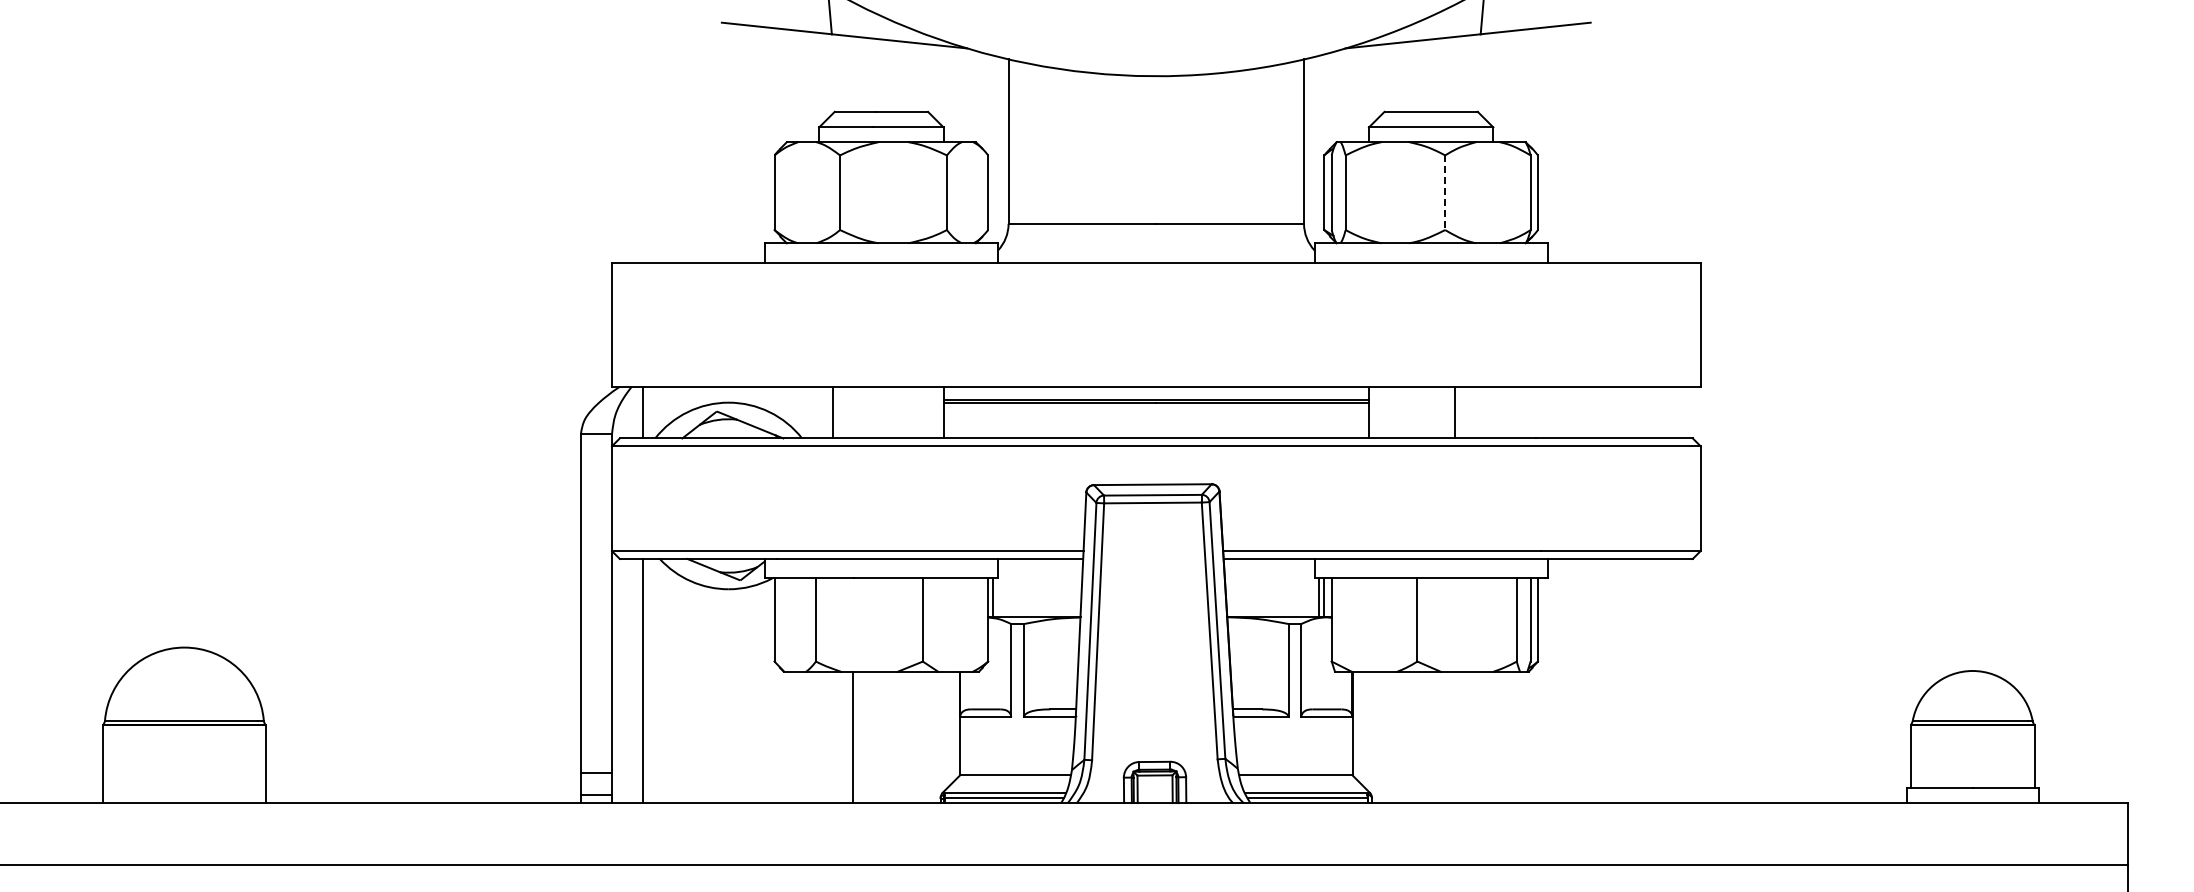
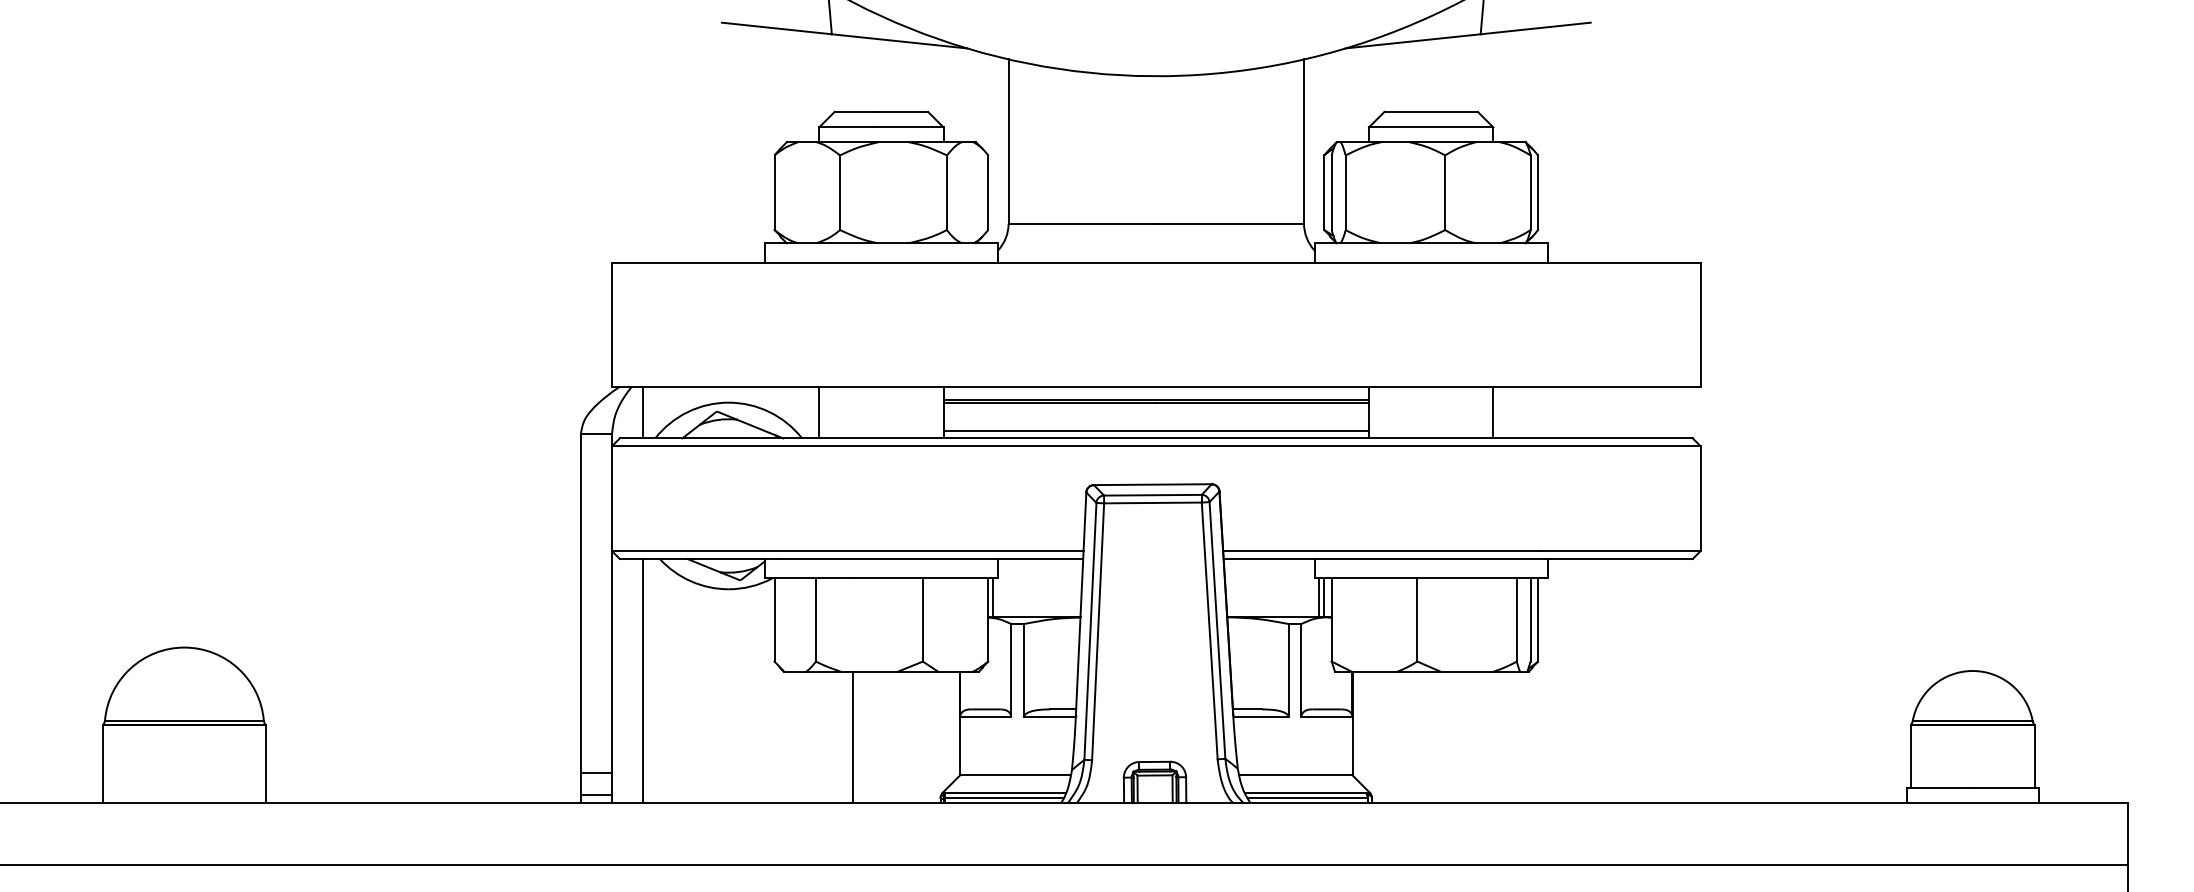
line at (1445, 193): dashed -> solid
line at (833, 412) position: (833, 412) -> (819, 412)
line at (1455, 412) position: (1455, 412) -> (1493, 412)
line at (1155, 430): none -> present
